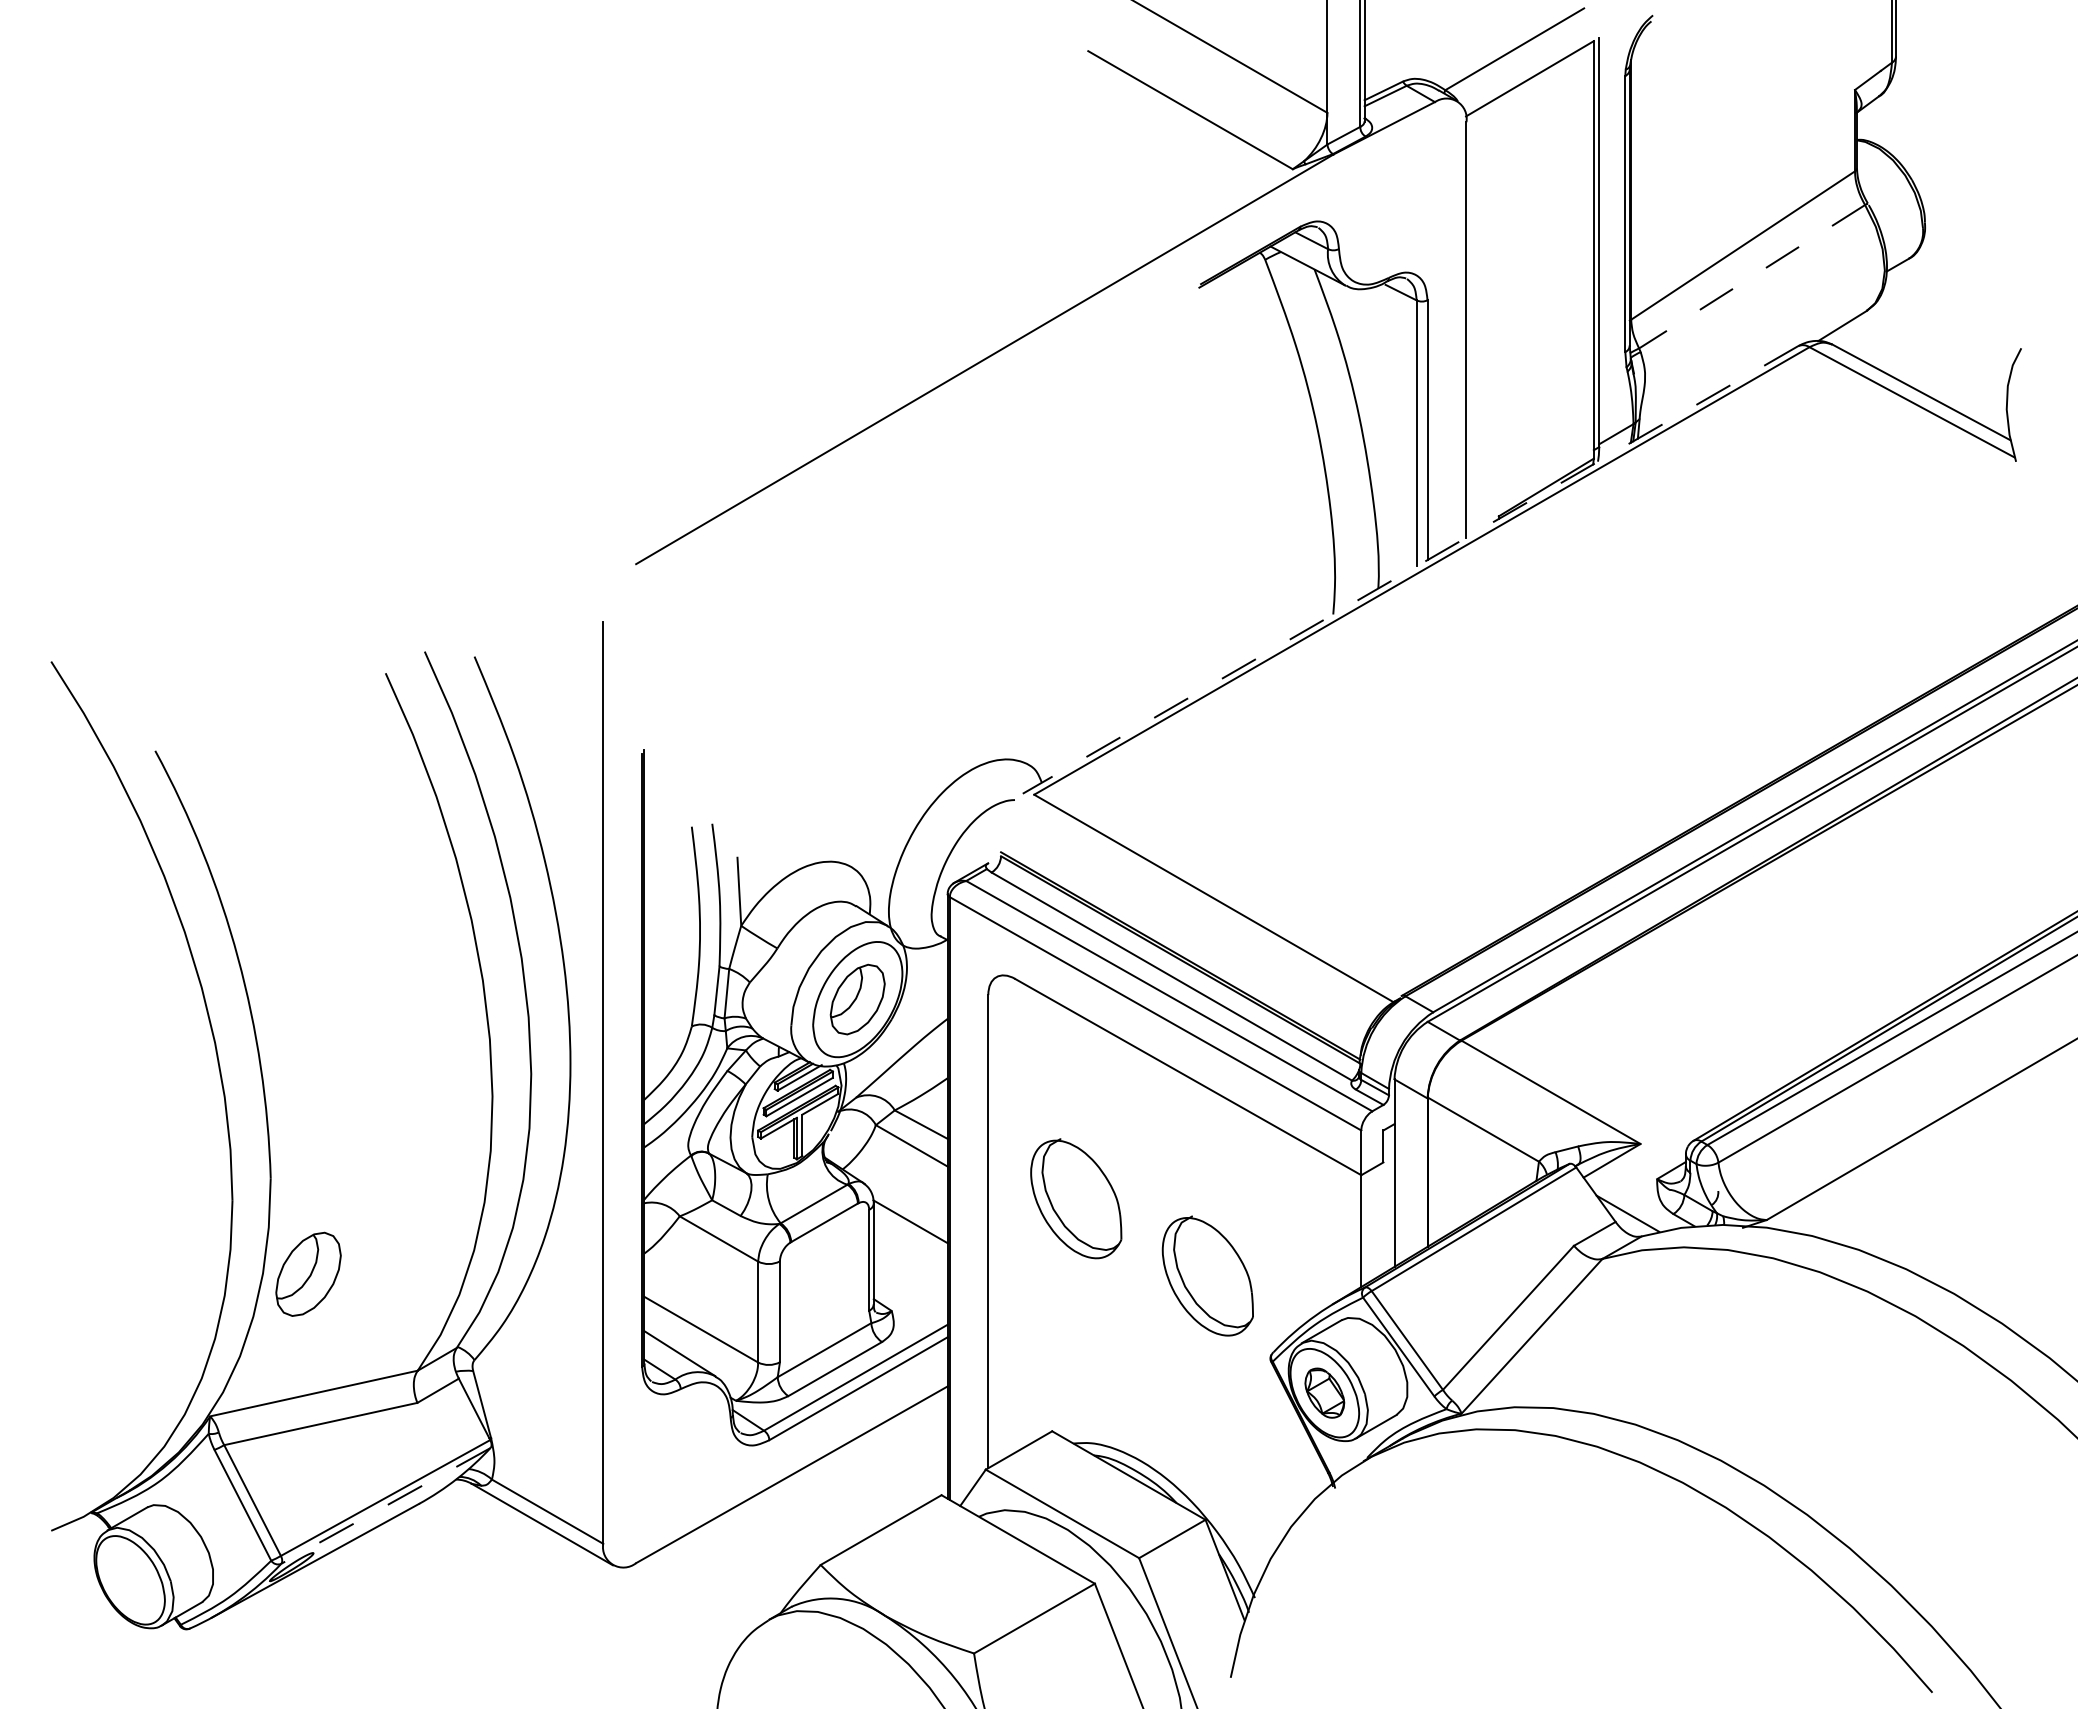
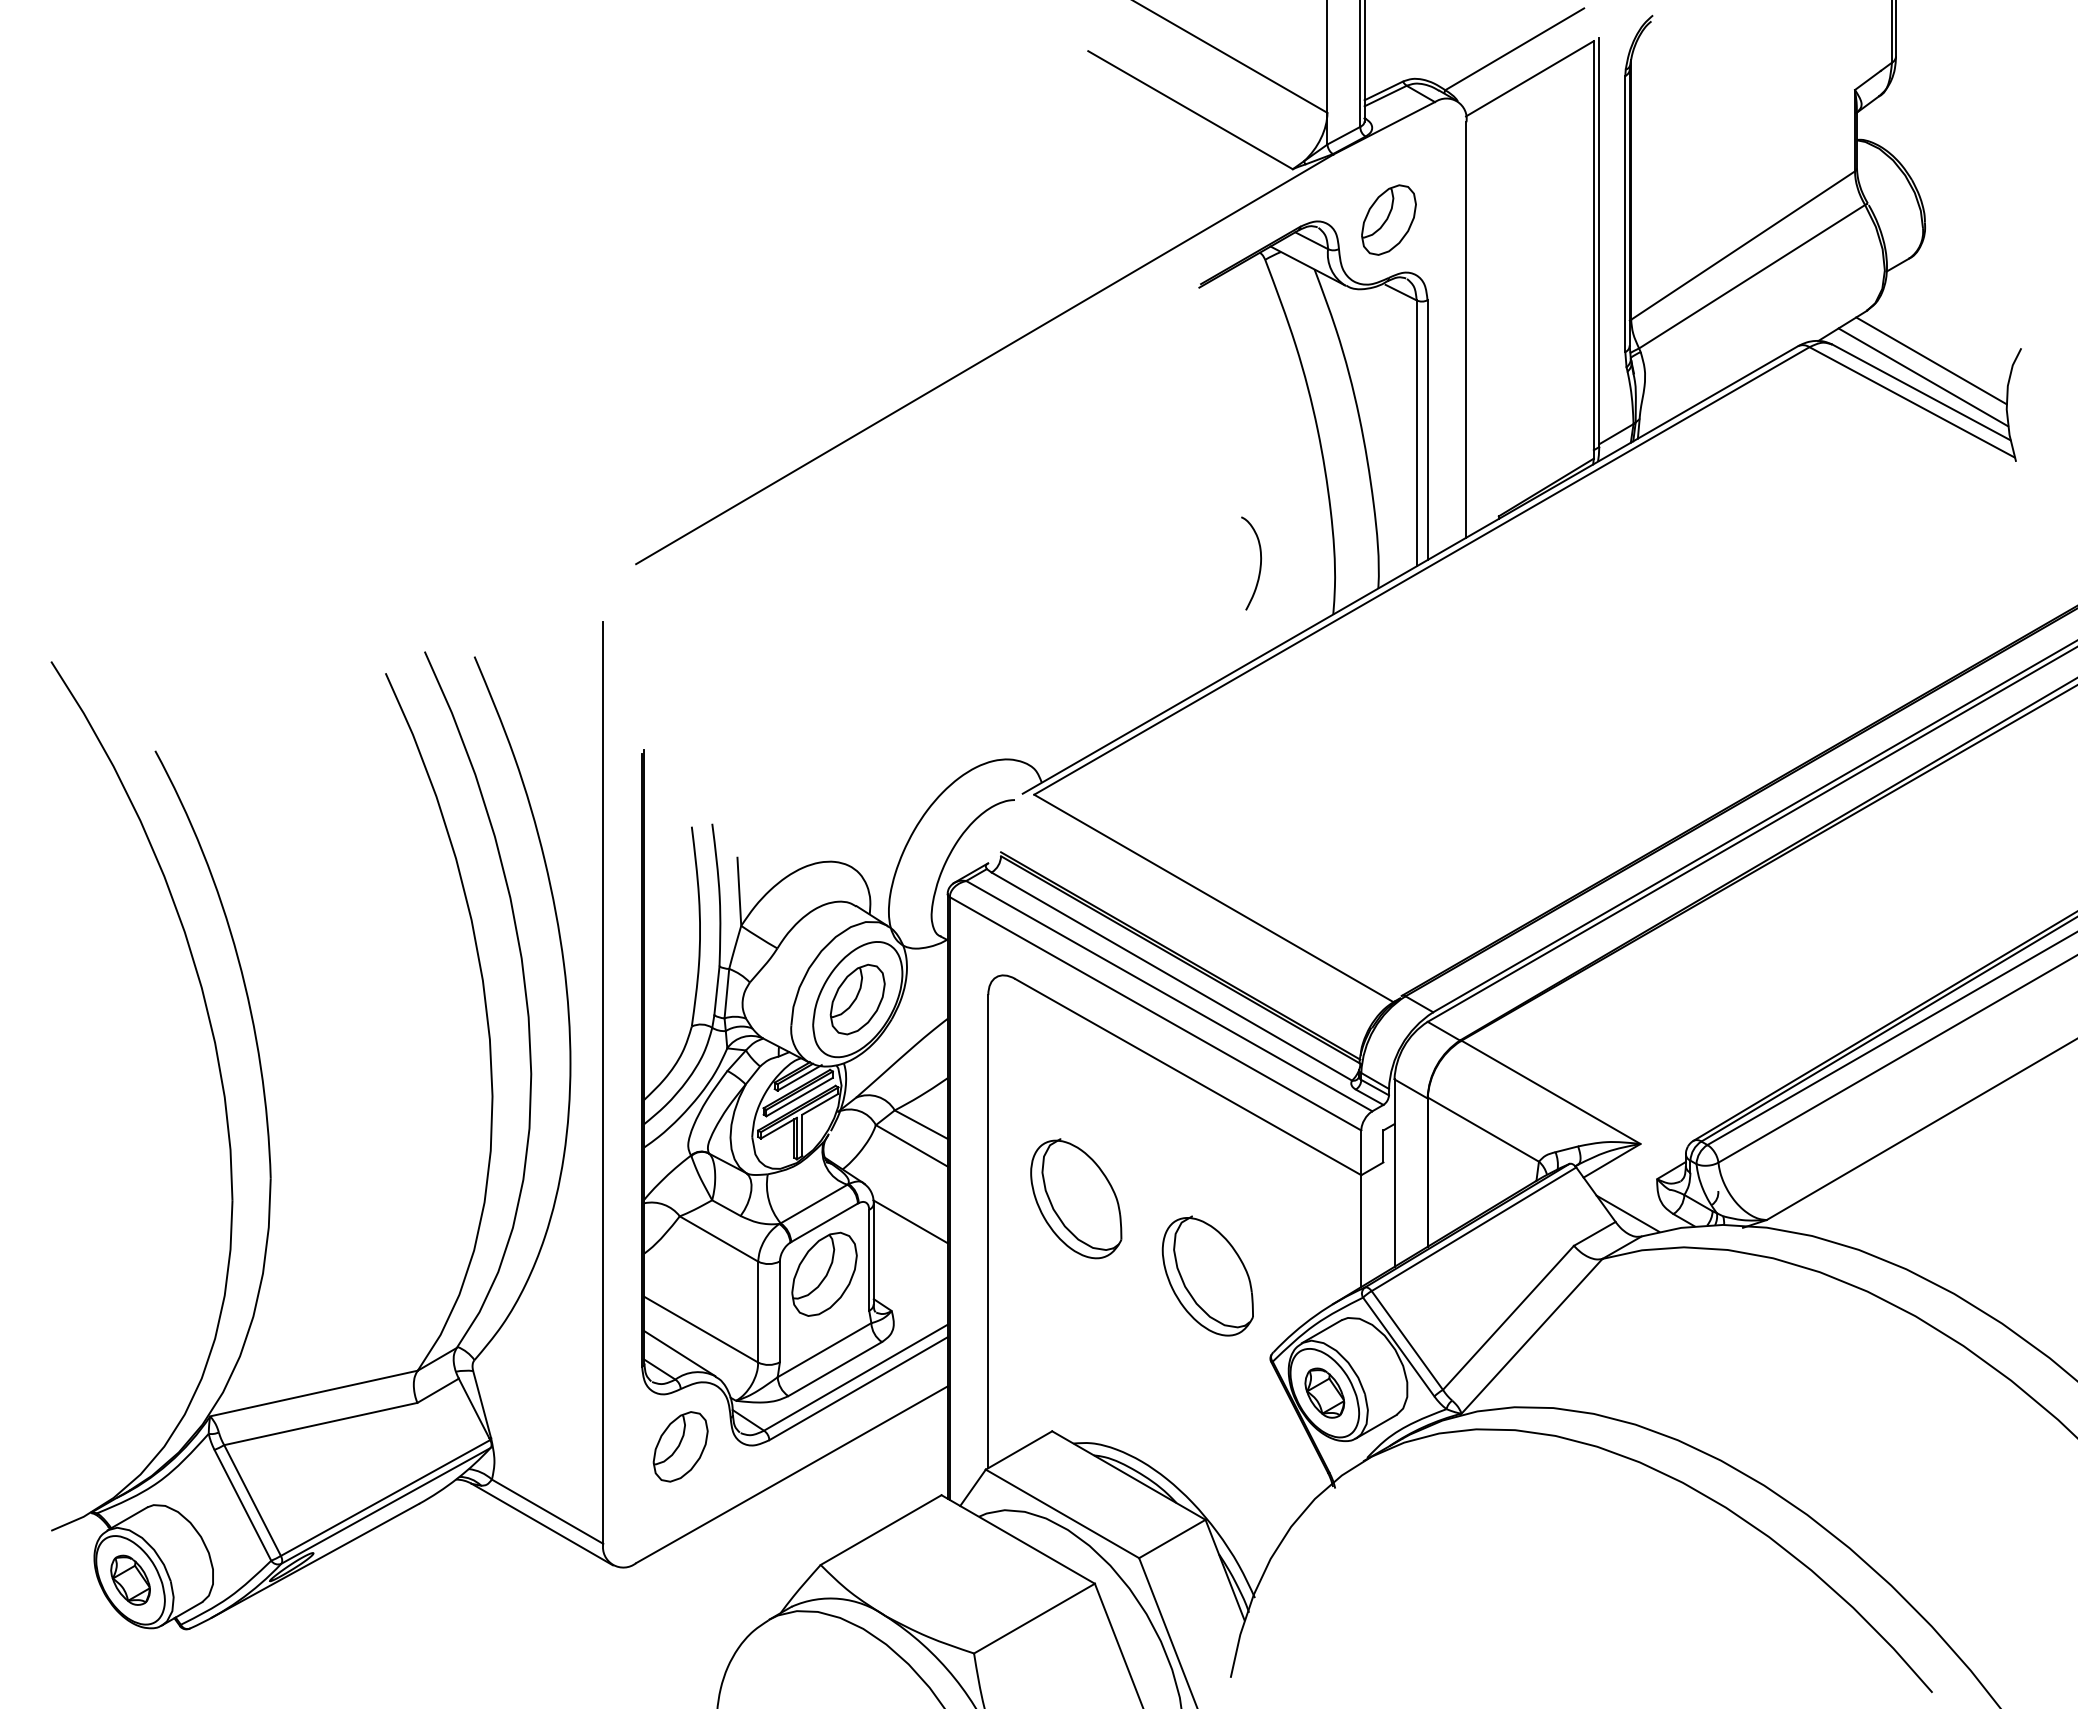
part at (1388, 219): none -> present
line at (1752, 276): dashed -> solid
line at (1931, 360): none -> present
line at (1923, 377): none -> present
curve at (1259, 565): none -> present
line at (1410, 569): dashed -> solid
part at (308, 1273) position: (308, 1273) -> (824, 1273)
part at (680, 1446): none -> present
line at (385, 1505): dashed -> solid
part at (130, 1579): none -> present
